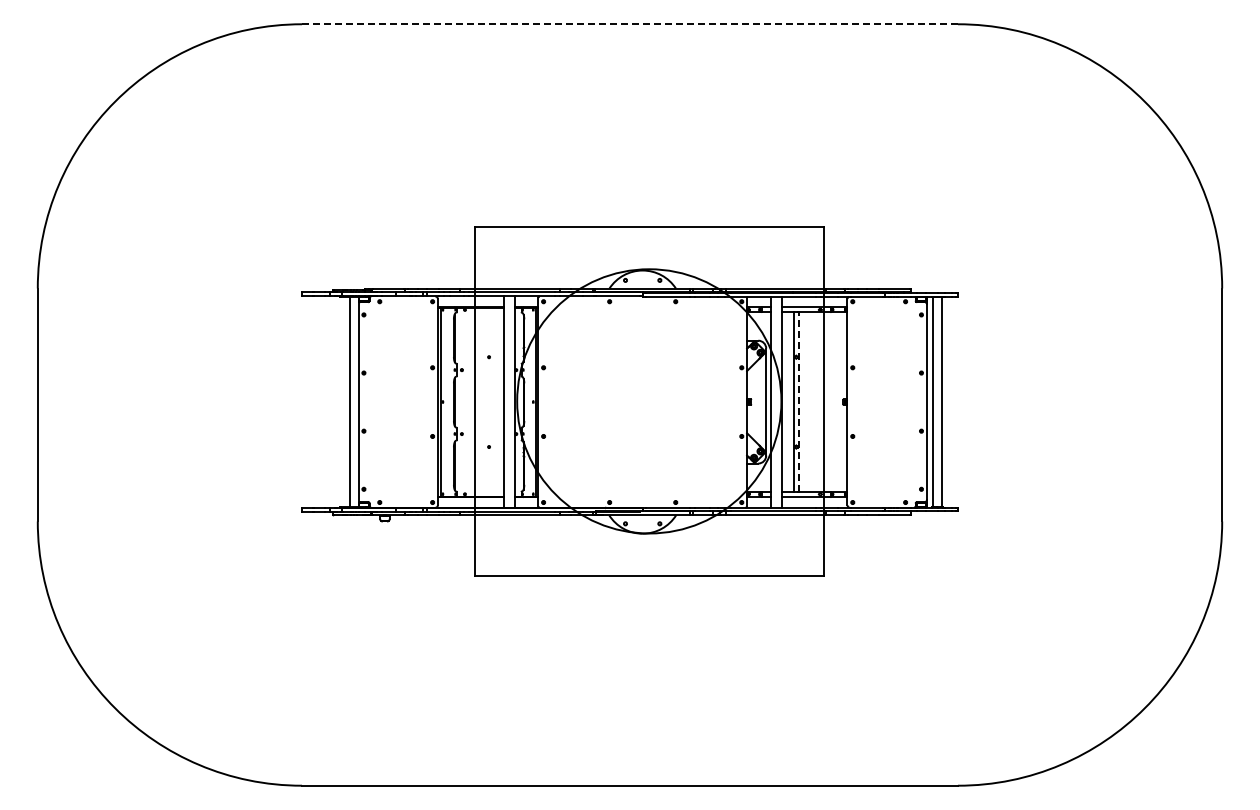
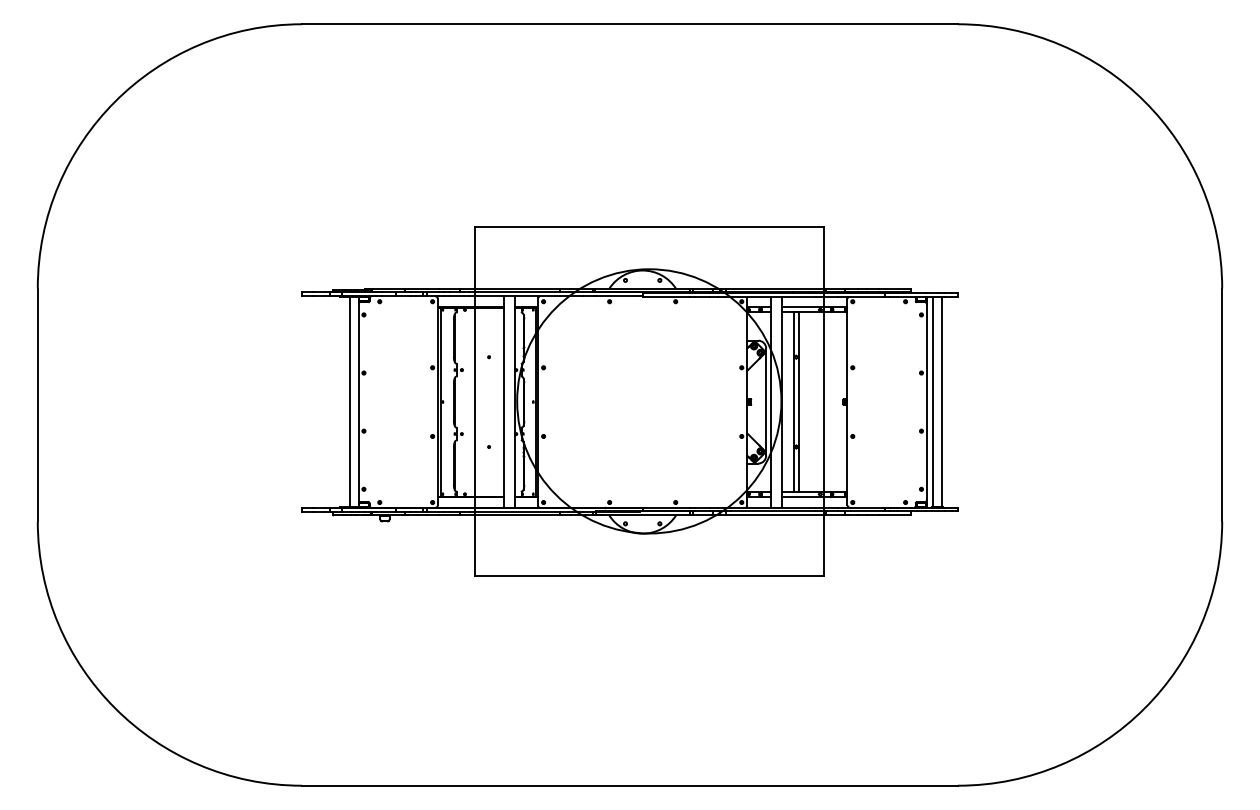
line at (629, 24): dashed -> solid
line at (798, 402): dashed -> solid
